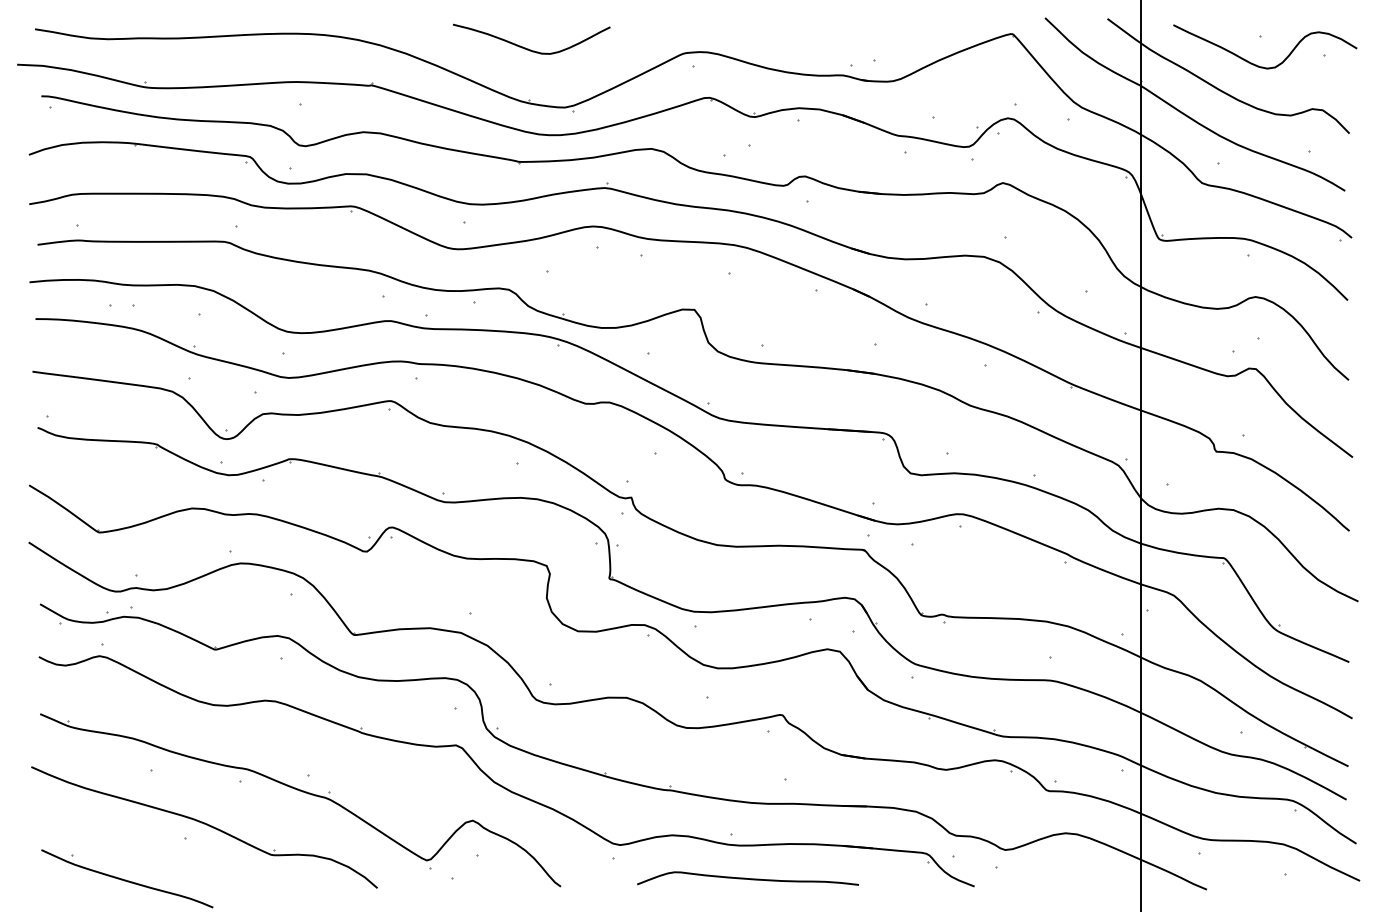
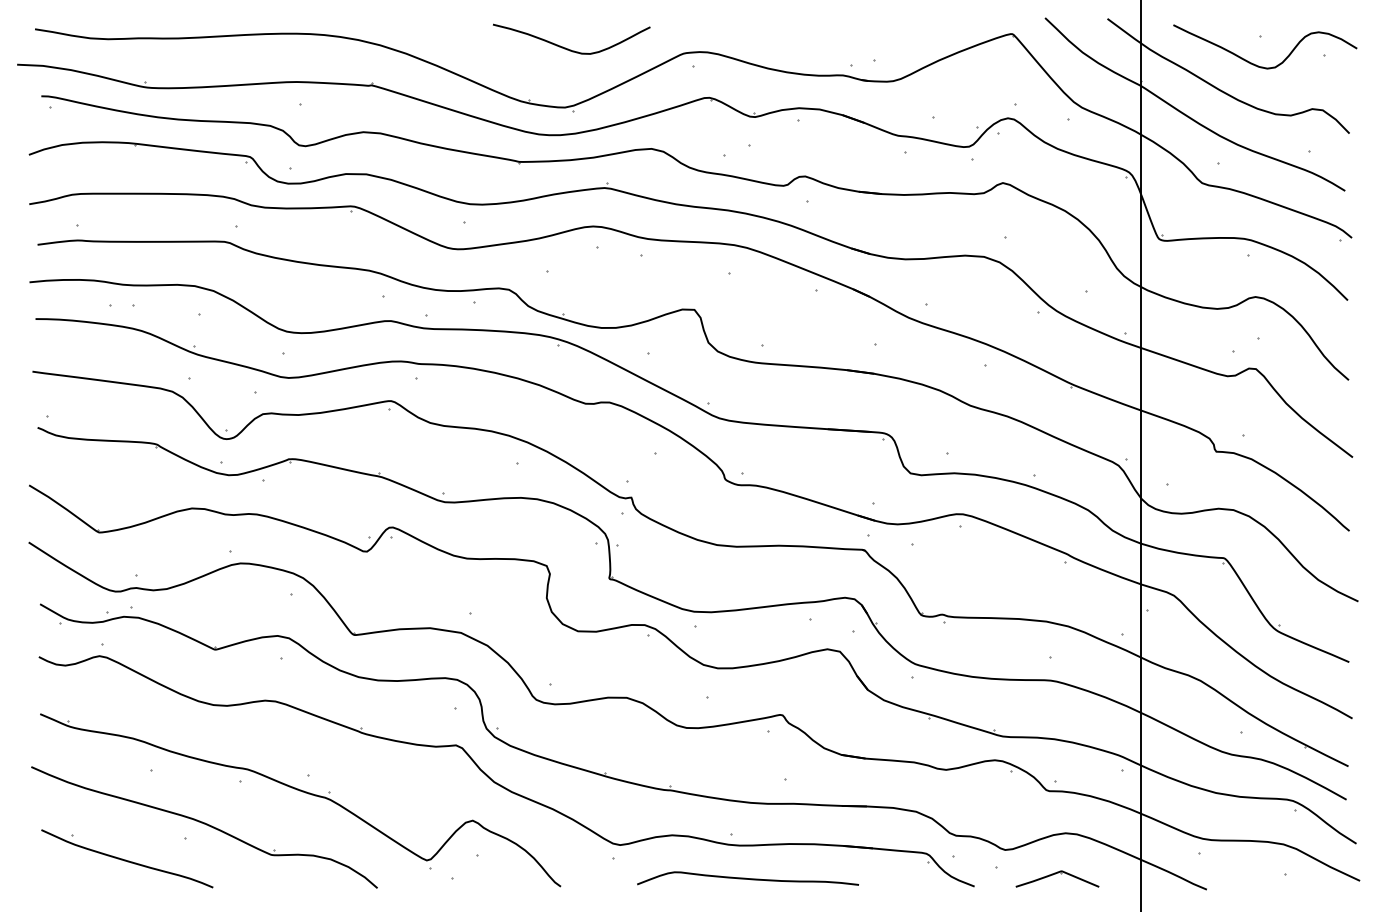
curve at (528, 48) position: (528, 48) -> (568, 48)
part at (127, 878) position: (127, 878) -> (127, 858)
part at (1057, 878): none -> present
